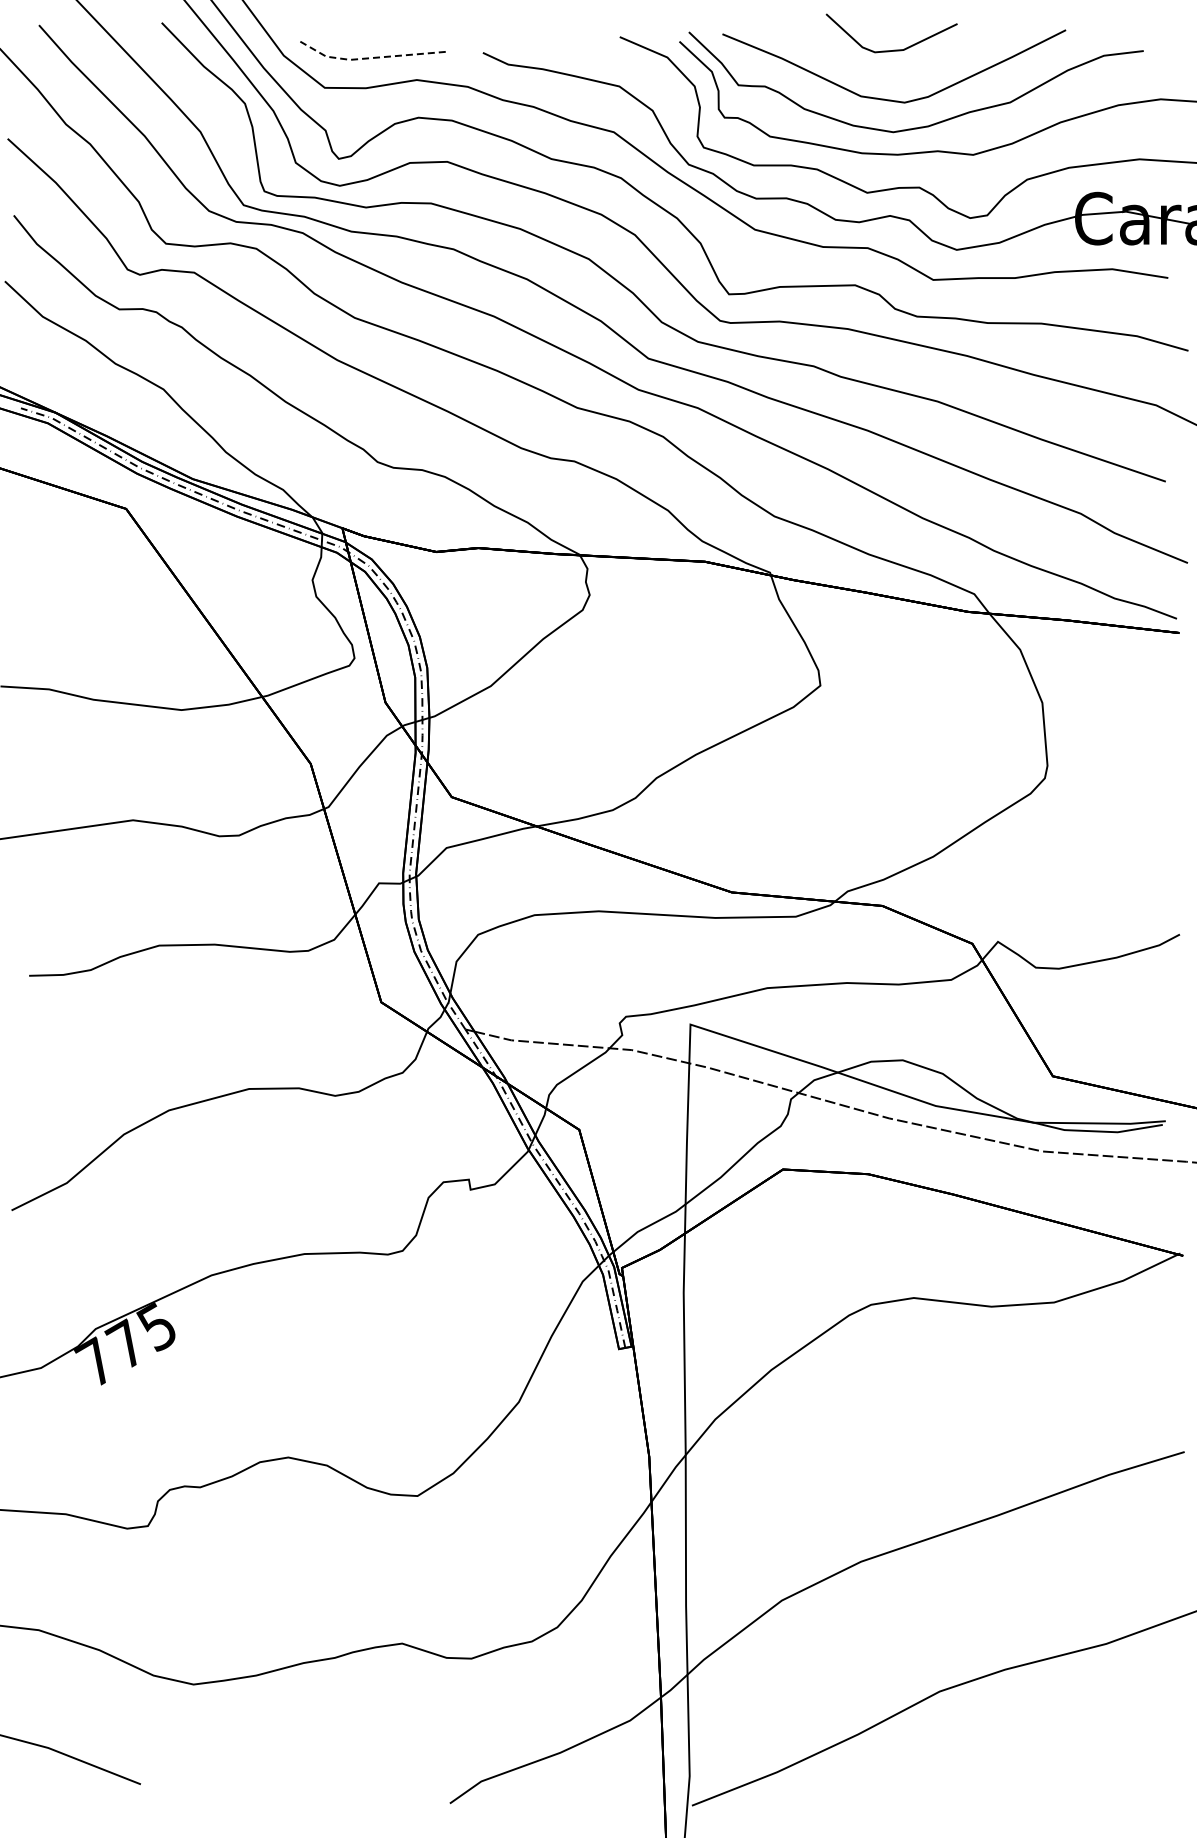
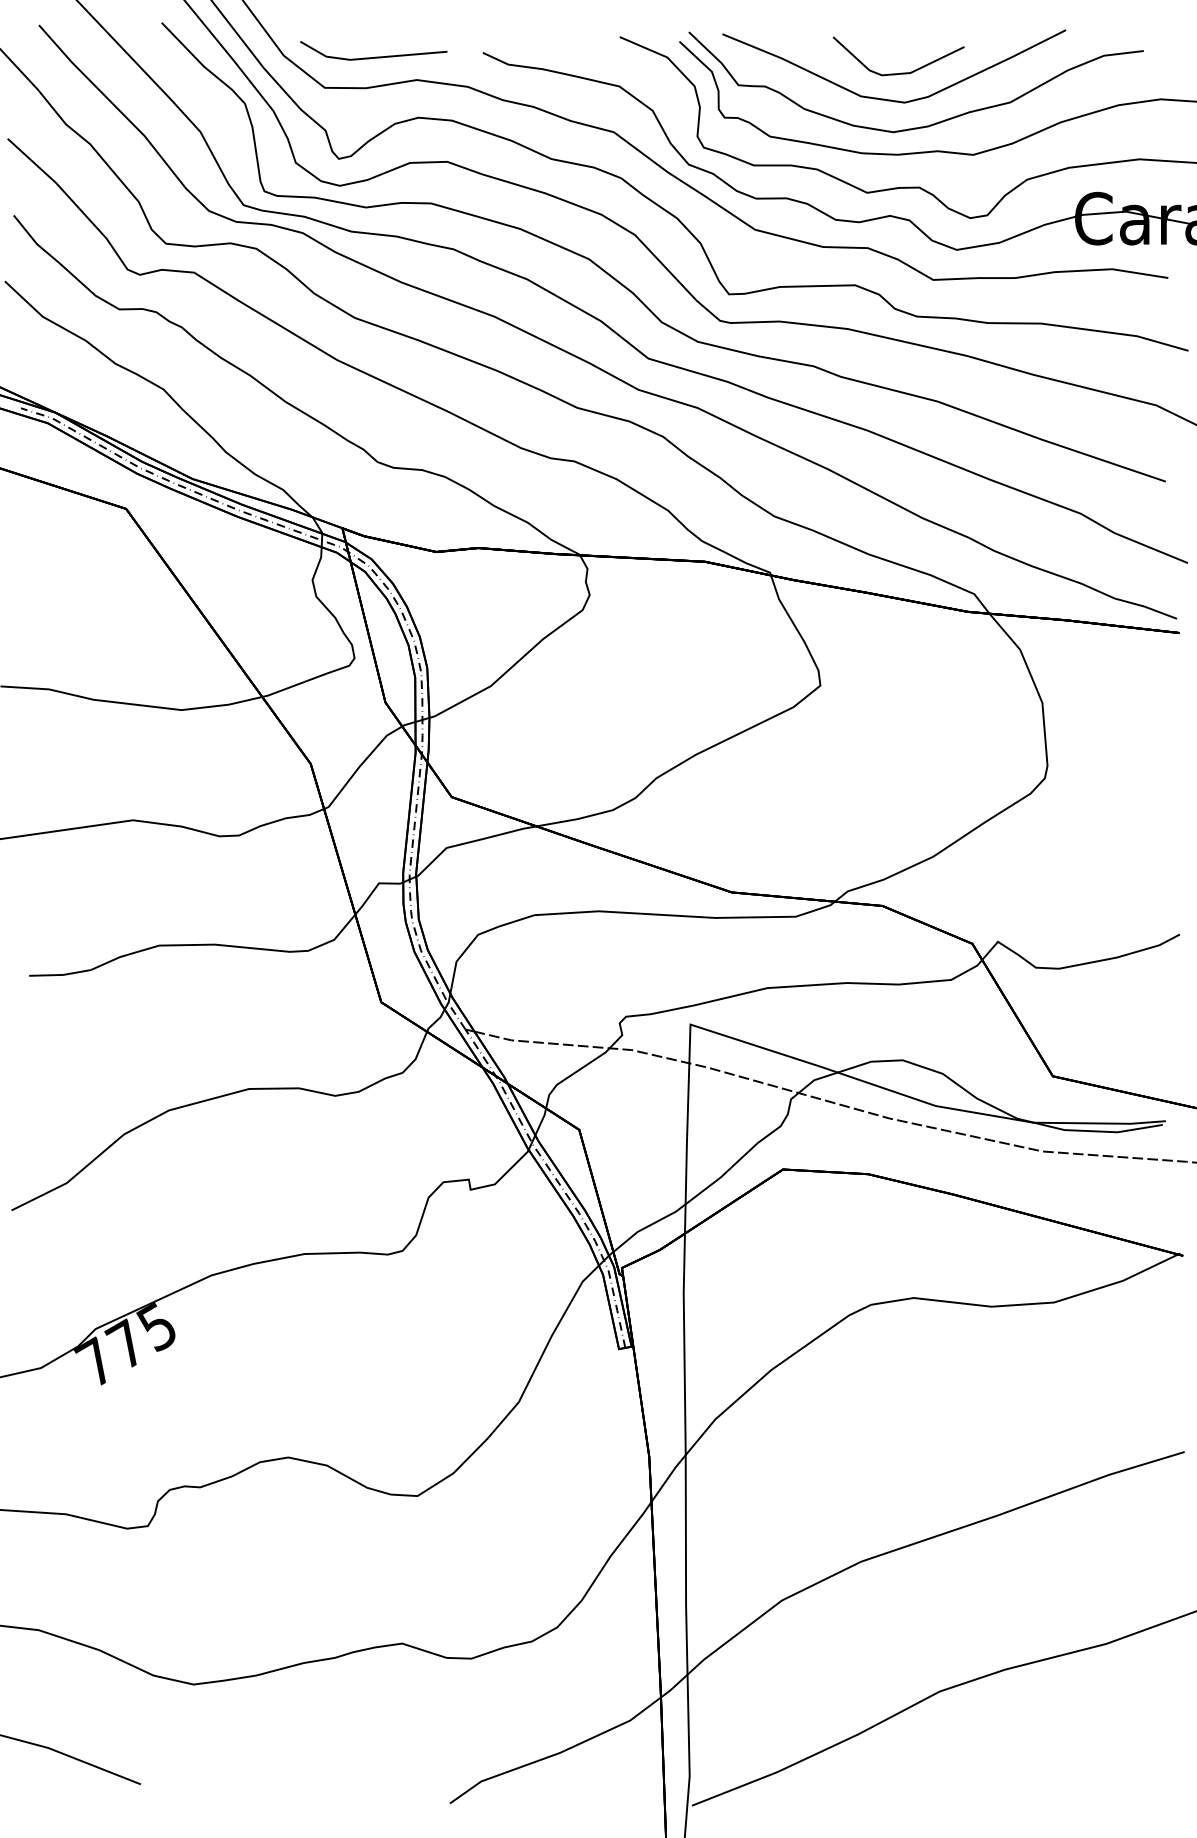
line at (893, 49) position: (893, 49) -> (900, 72)
line at (370, 58): dashed -> solid
